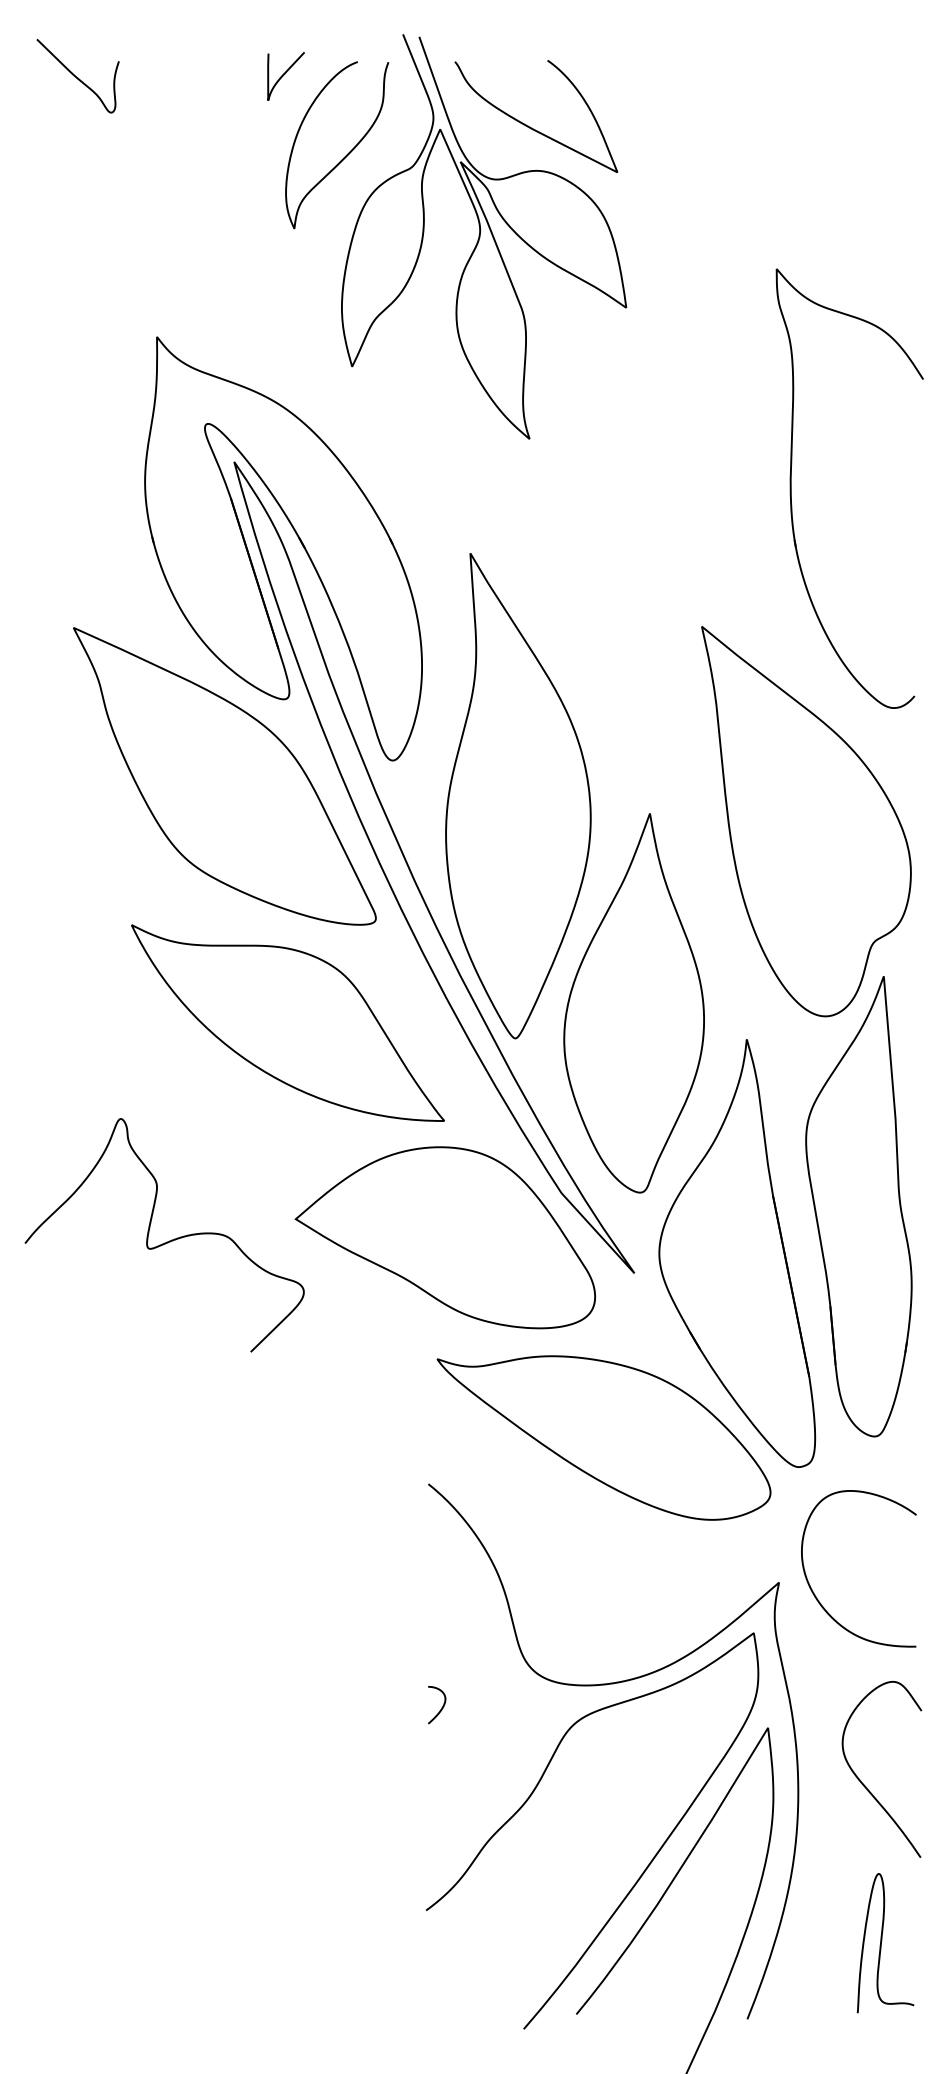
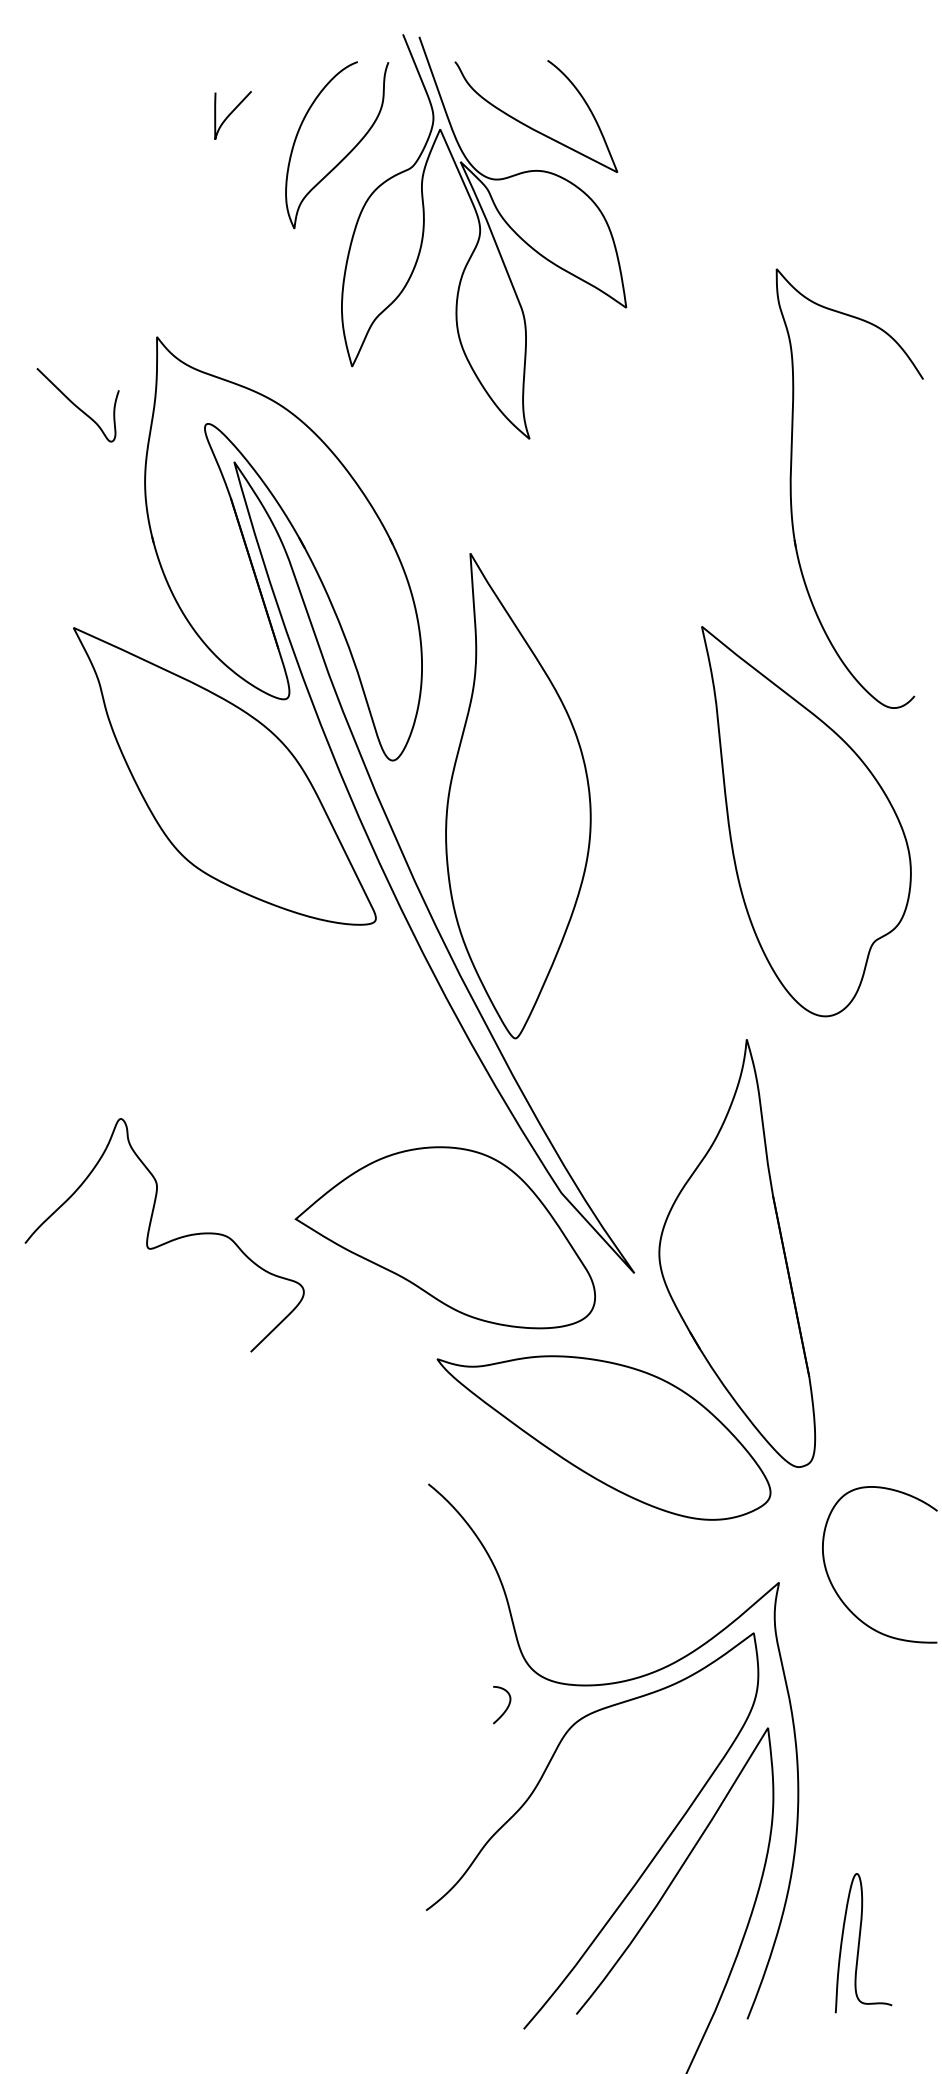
curve at (284, 75) position: (284, 75) -> (231, 114)
curve at (76, 76) position: (76, 76) -> (76, 405)
part at (633, 1003): present -> none
part at (287, 1022): present -> none
part at (858, 1206): present -> none
curve at (815, 1594) position: (815, 1594) -> (836, 1590)
curve at (441, 1707) position: (441, 1707) -> (506, 1707)
curve at (865, 1785): present -> none
curve at (882, 1941) position: (882, 1941) -> (860, 1941)
